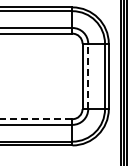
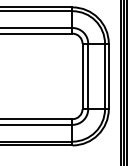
line at (88, 76): dashed -> solid
line at (36, 119): dashed -> solid
